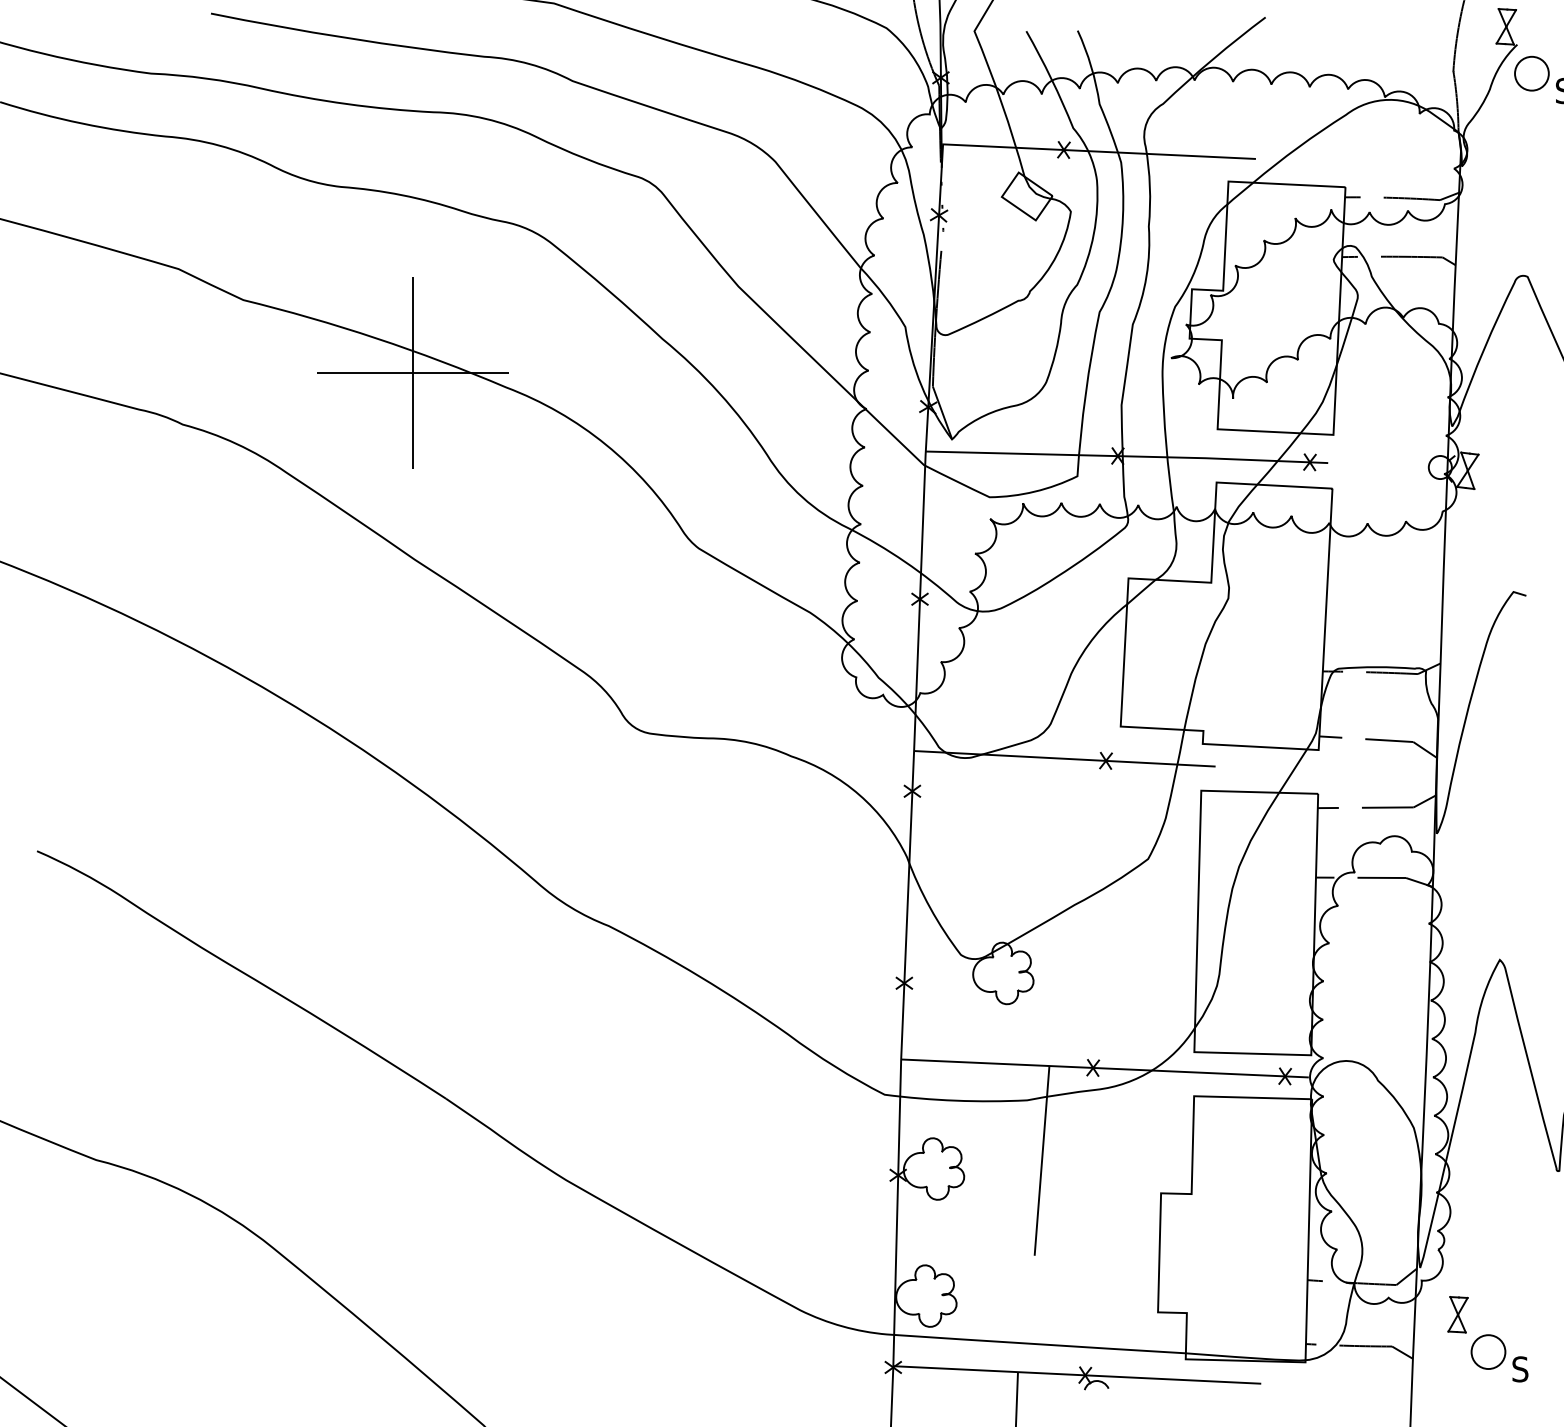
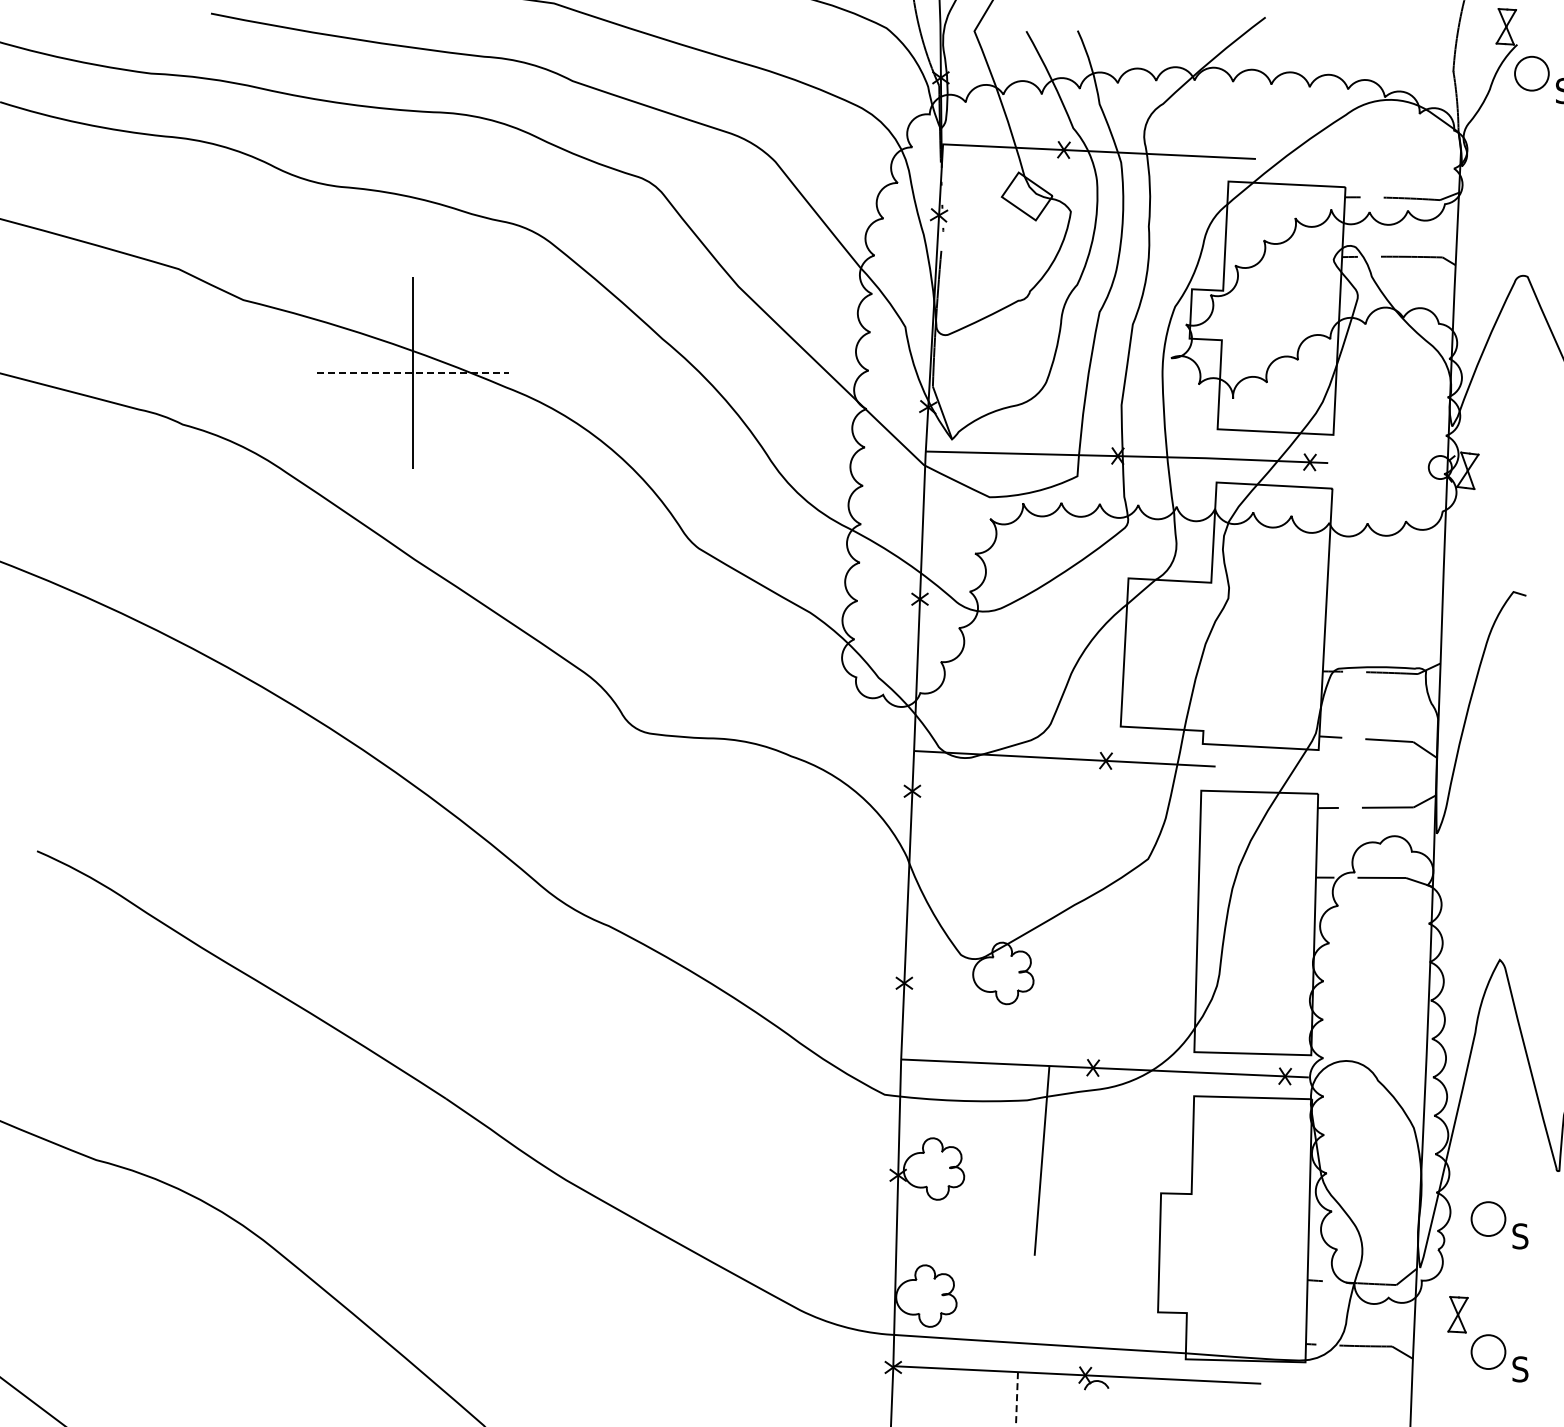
line at (413, 372): solid -> dashed
part at (1499, 1225): none -> present
line at (1016, 1400): solid -> dashed
